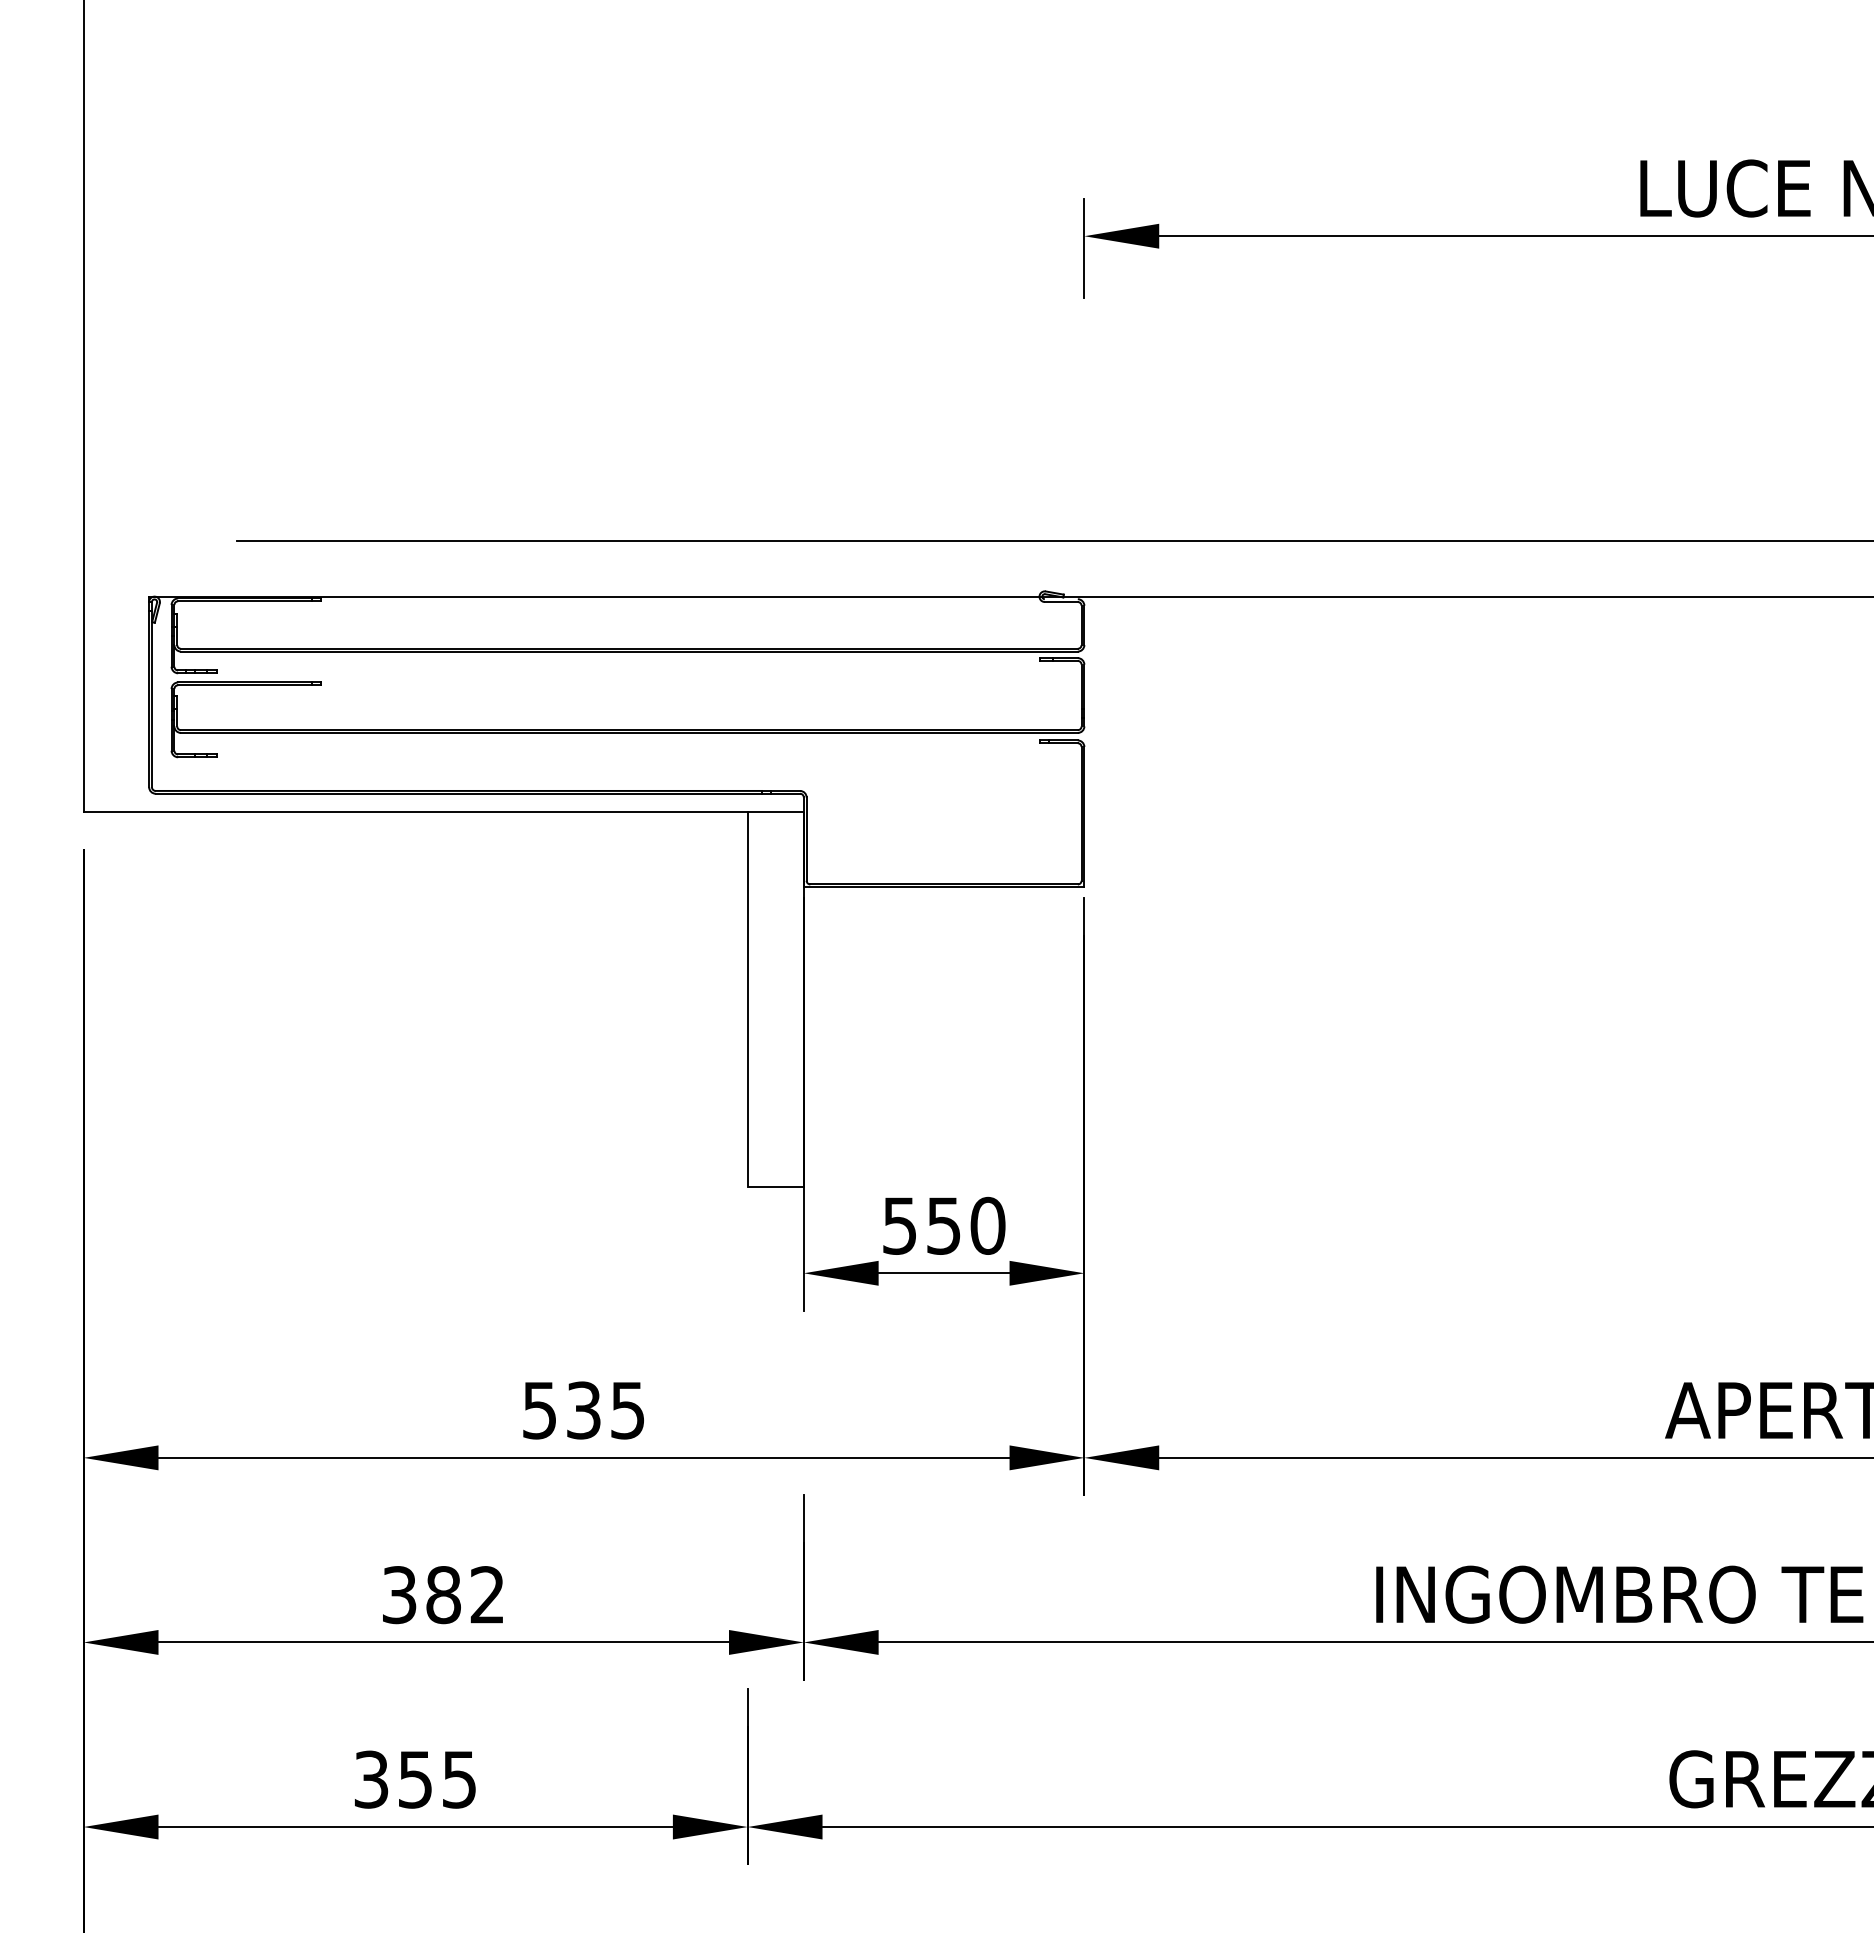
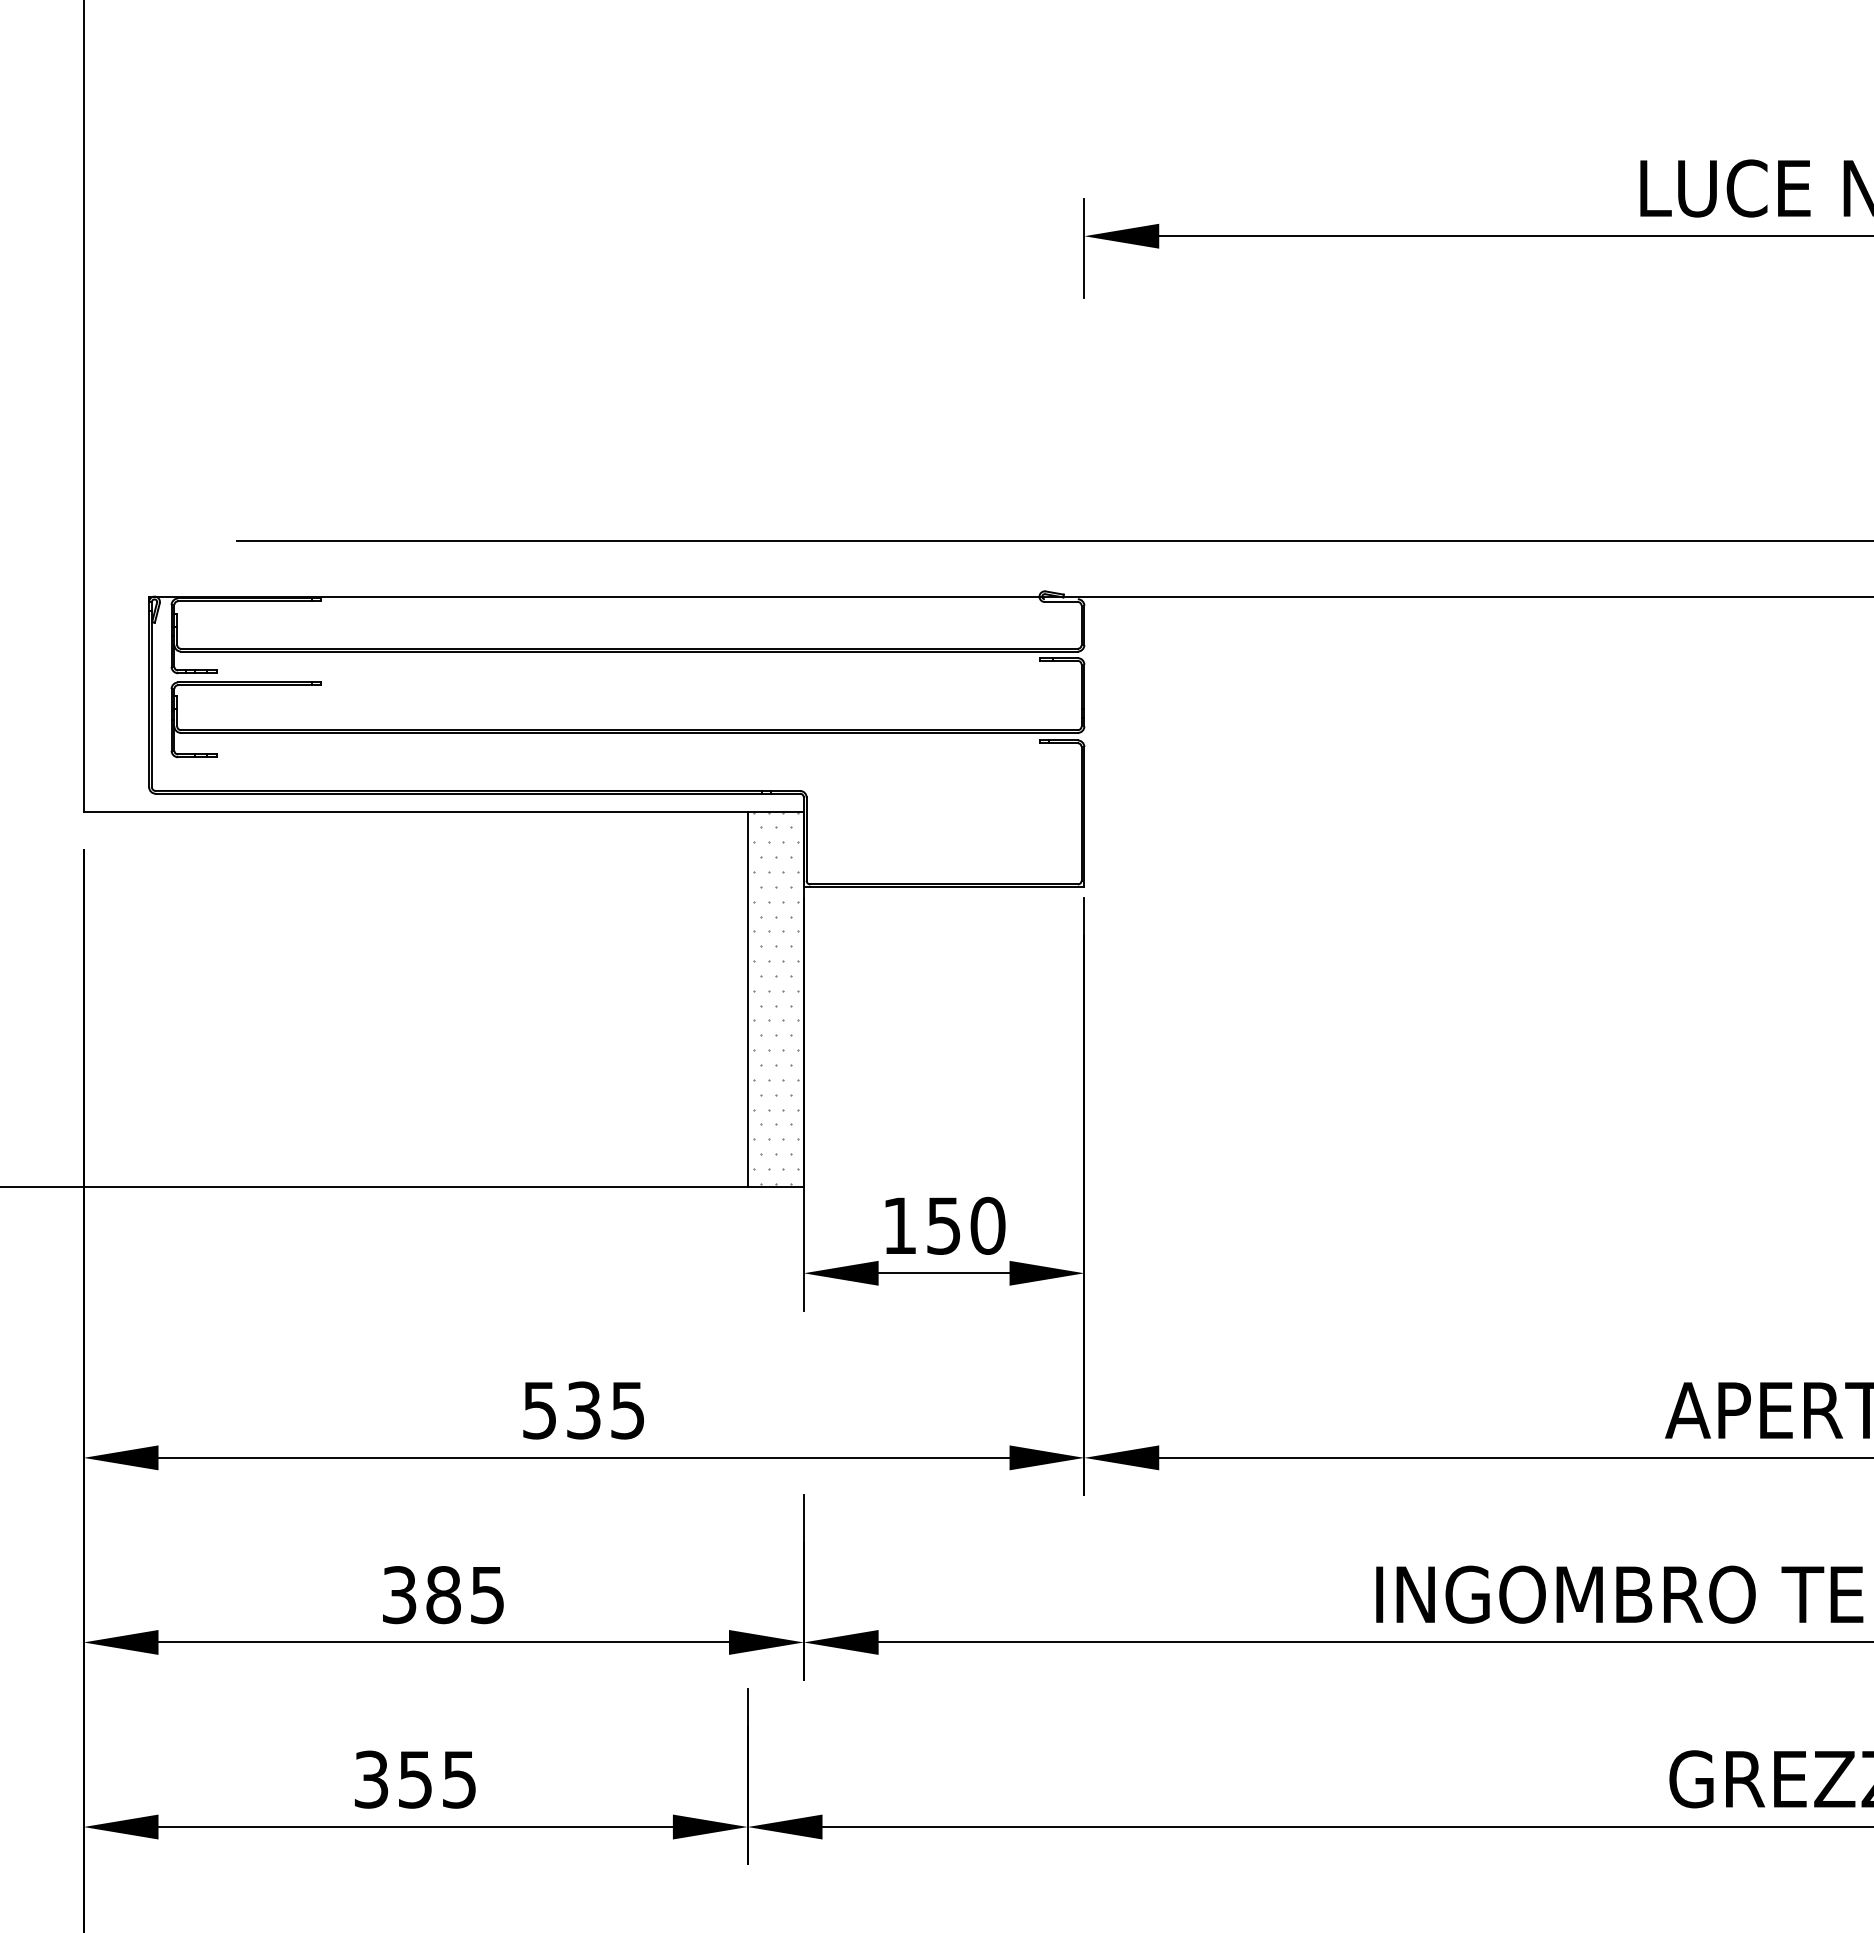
hatch at (775, 997): none -> present
line at (374, 1186): none -> present
text at (899, 1225): 550 -> 150
text at (486, 1595): 382 -> 385
